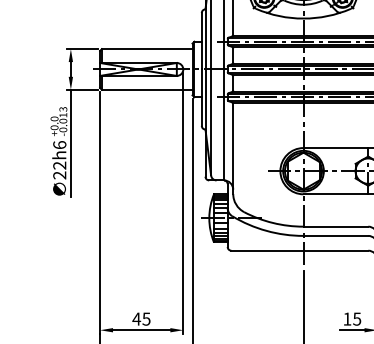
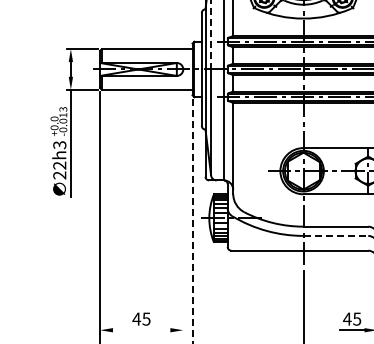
line at (211, 35): solid -> dashed
text at (59, 145): 22h6 -> 22h3
line at (183, 203): present -> none
line at (192, 221): solid -> dashed
line at (336, 235): solid -> dashed
text at (347, 318): 15 -> 45
line at (141, 330): present -> none
